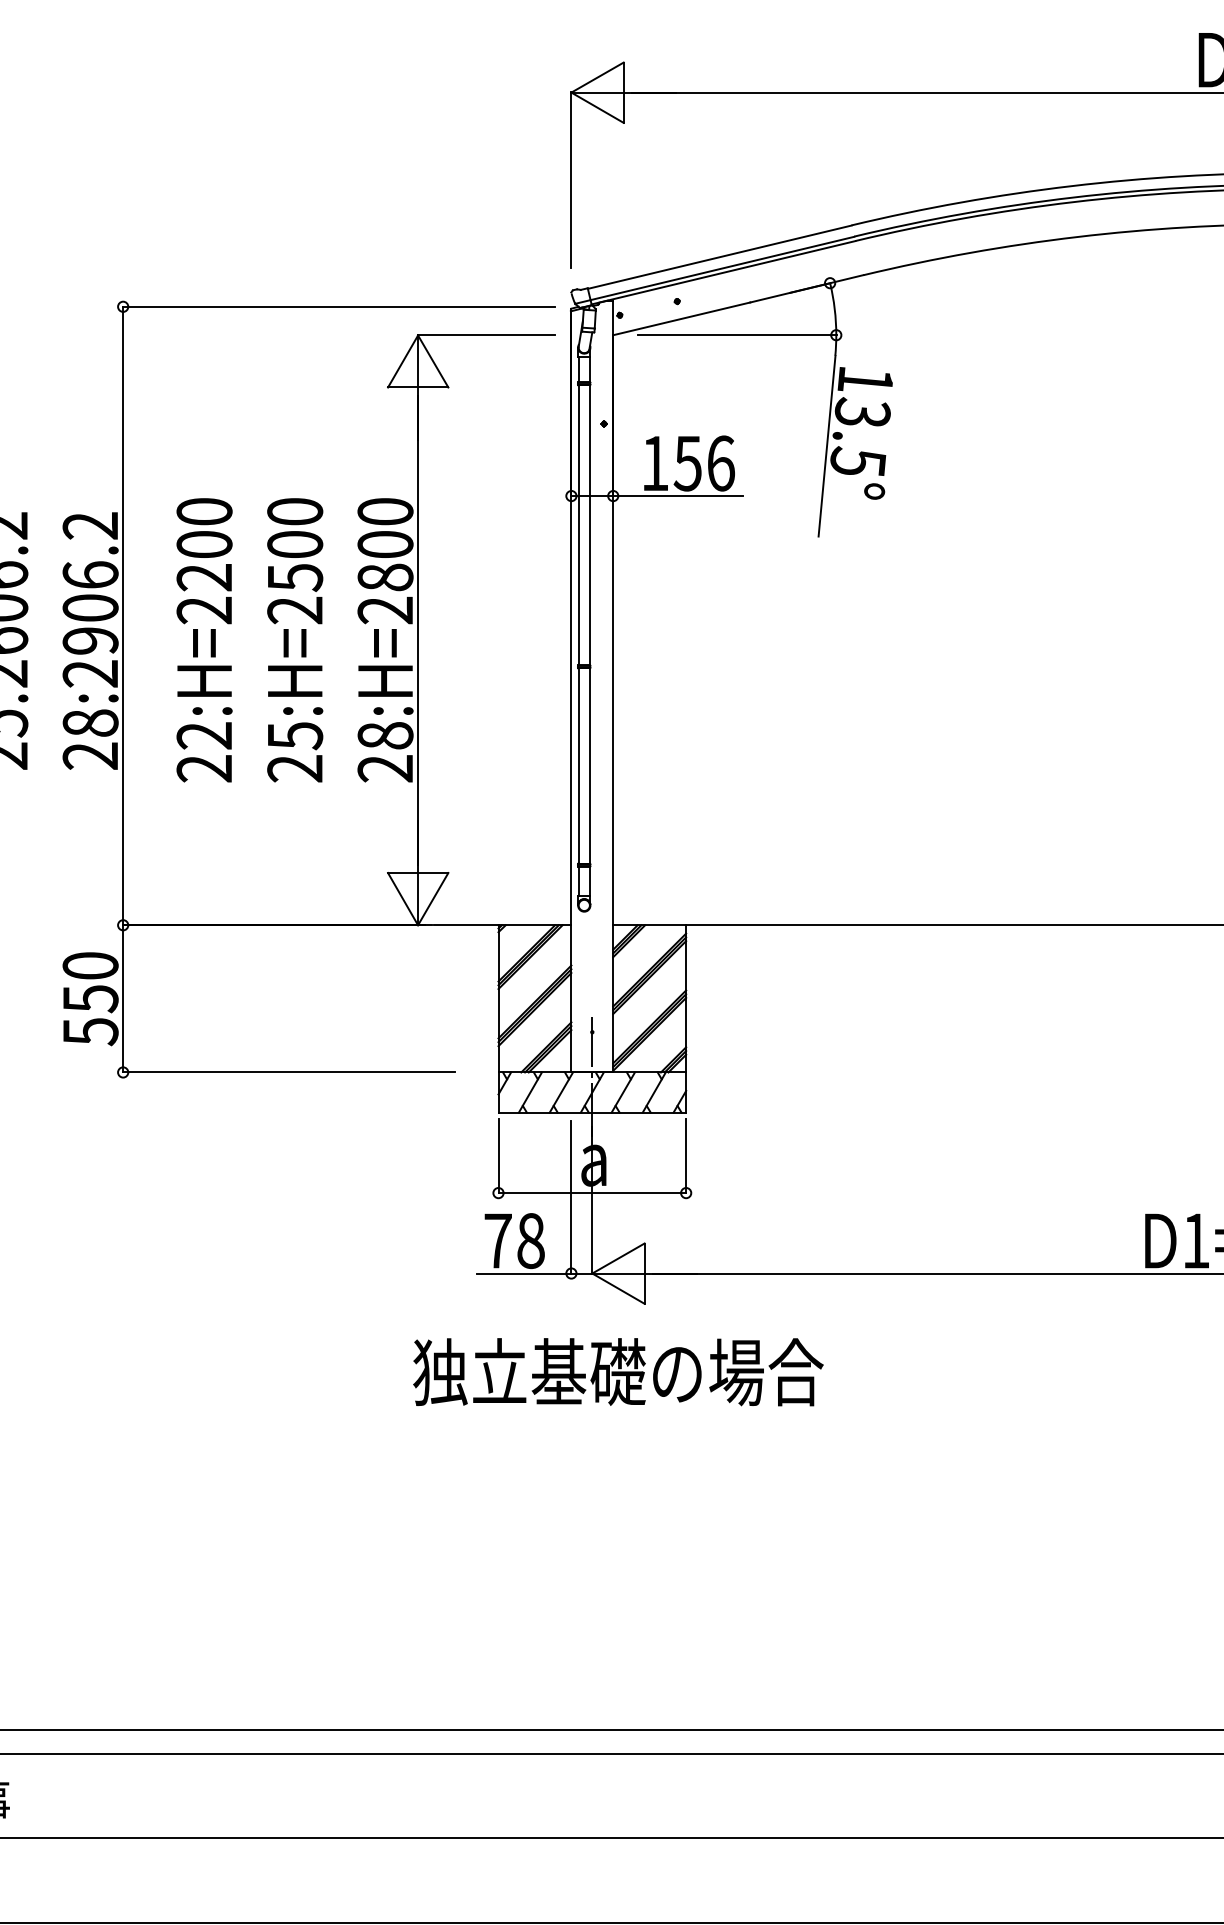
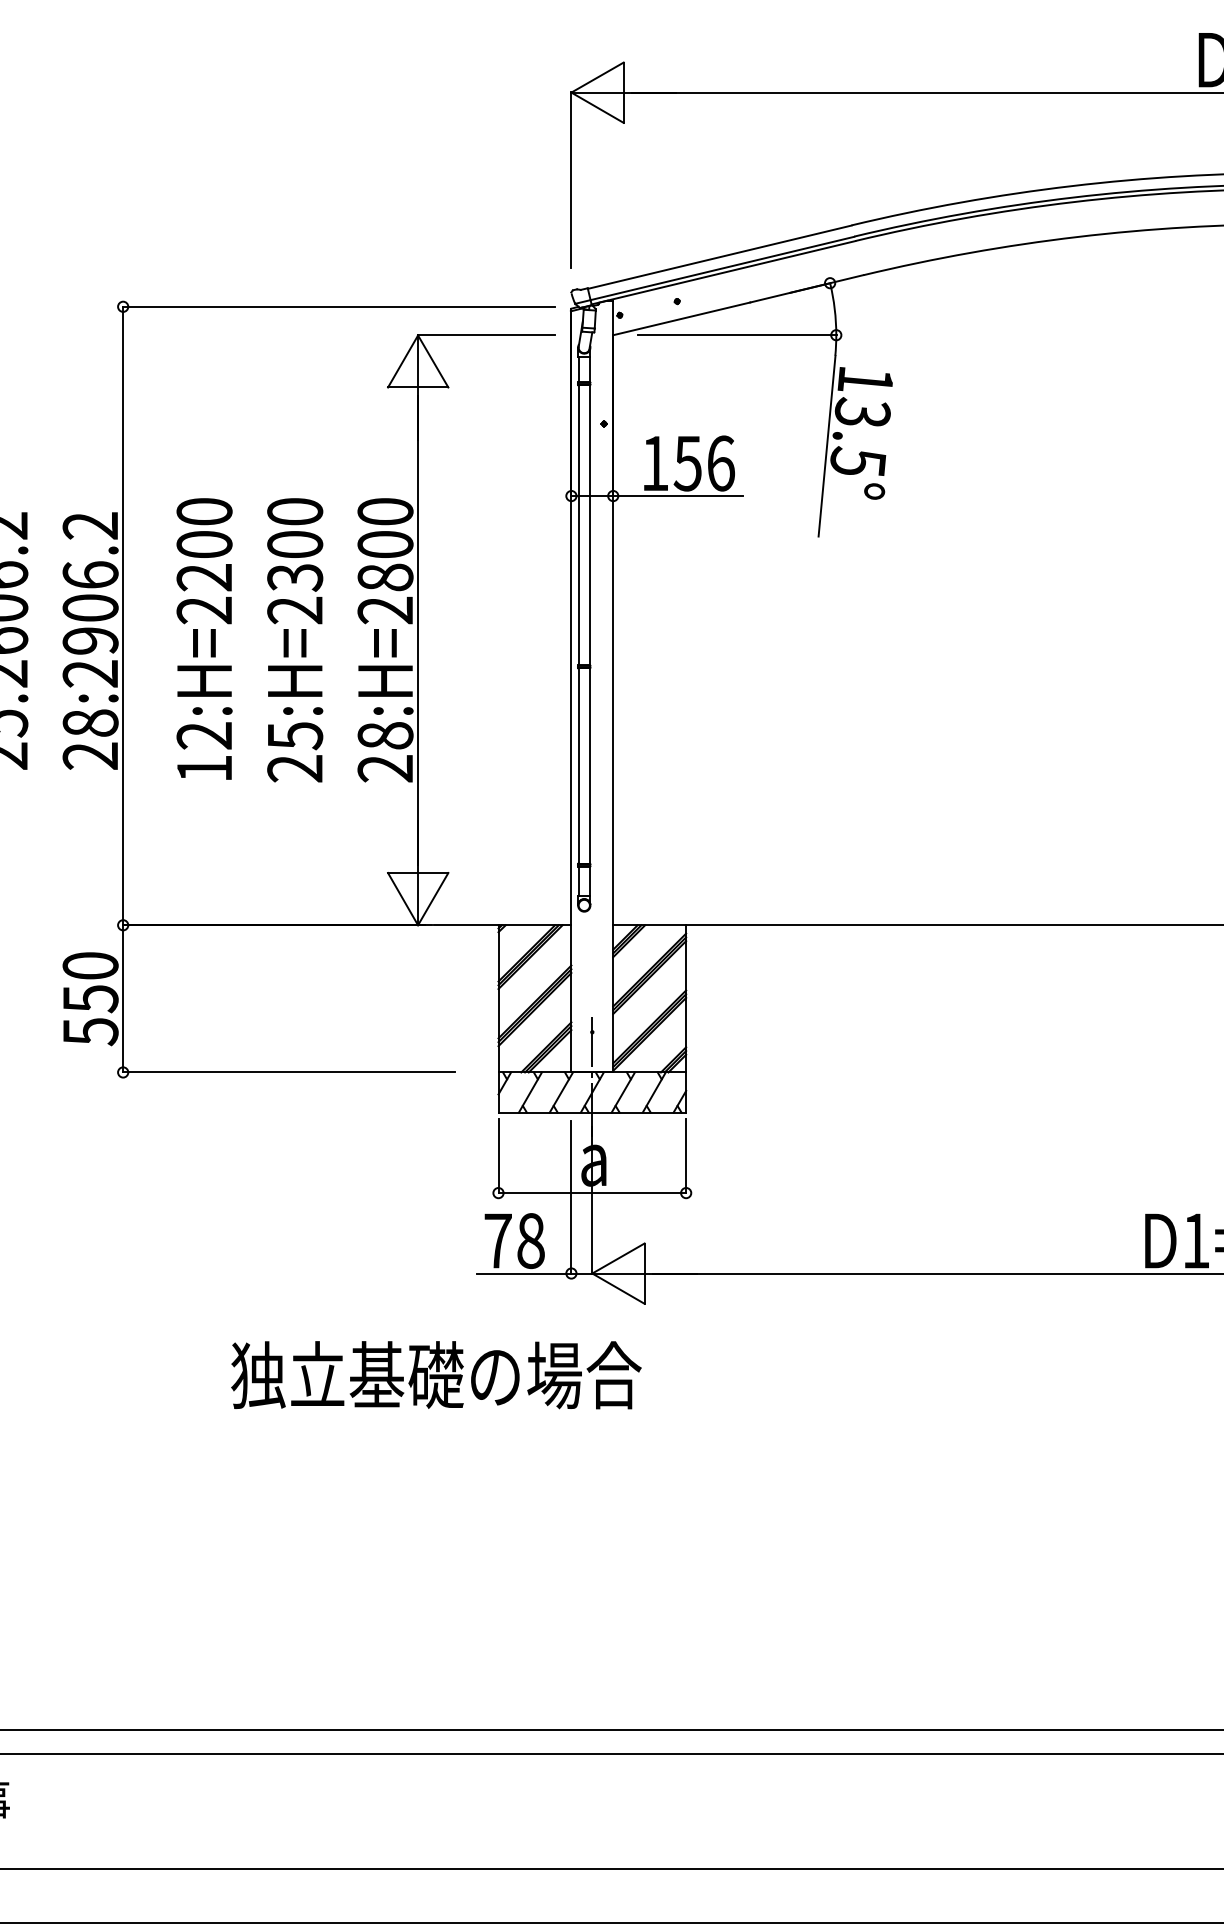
text at (294, 578): 25:H=2500 -> 25:H=2300
text at (203, 768): 22:H=2200 -> 12:H=2200
text at (618, 1372) position: (618, 1372) -> (436, 1375)
line at (611, 1837) position: (611, 1837) -> (611, 1868)
